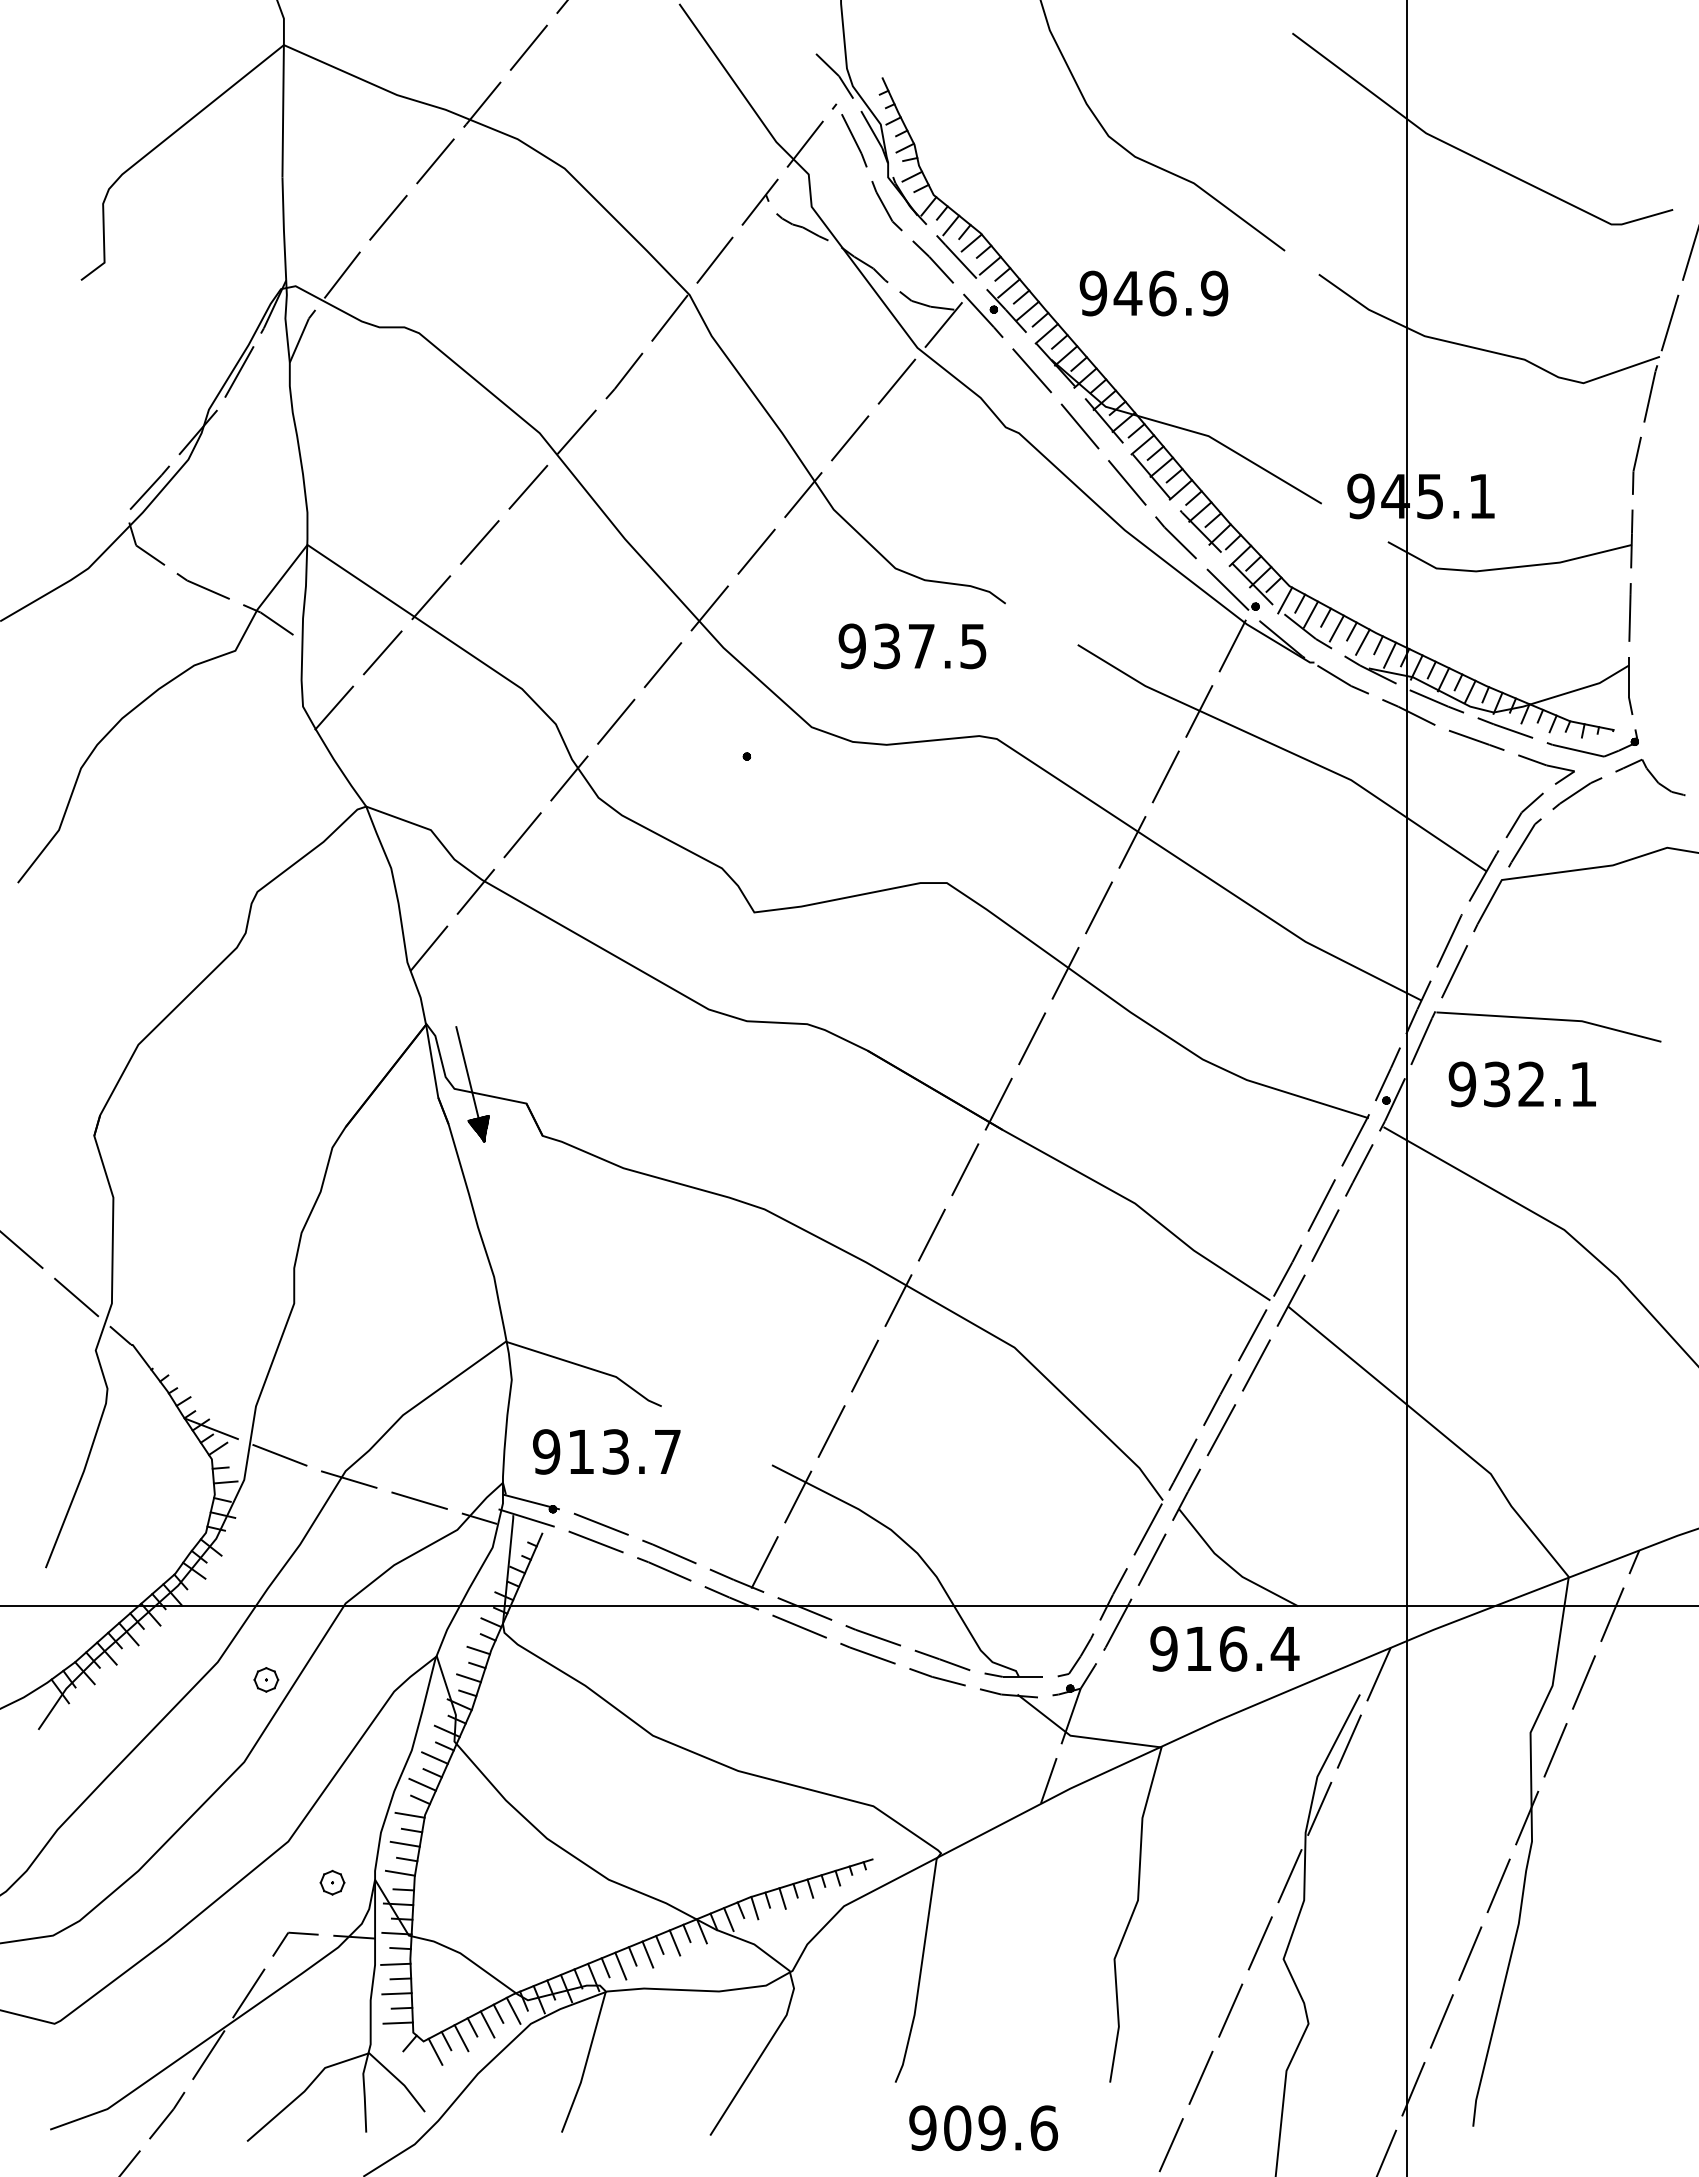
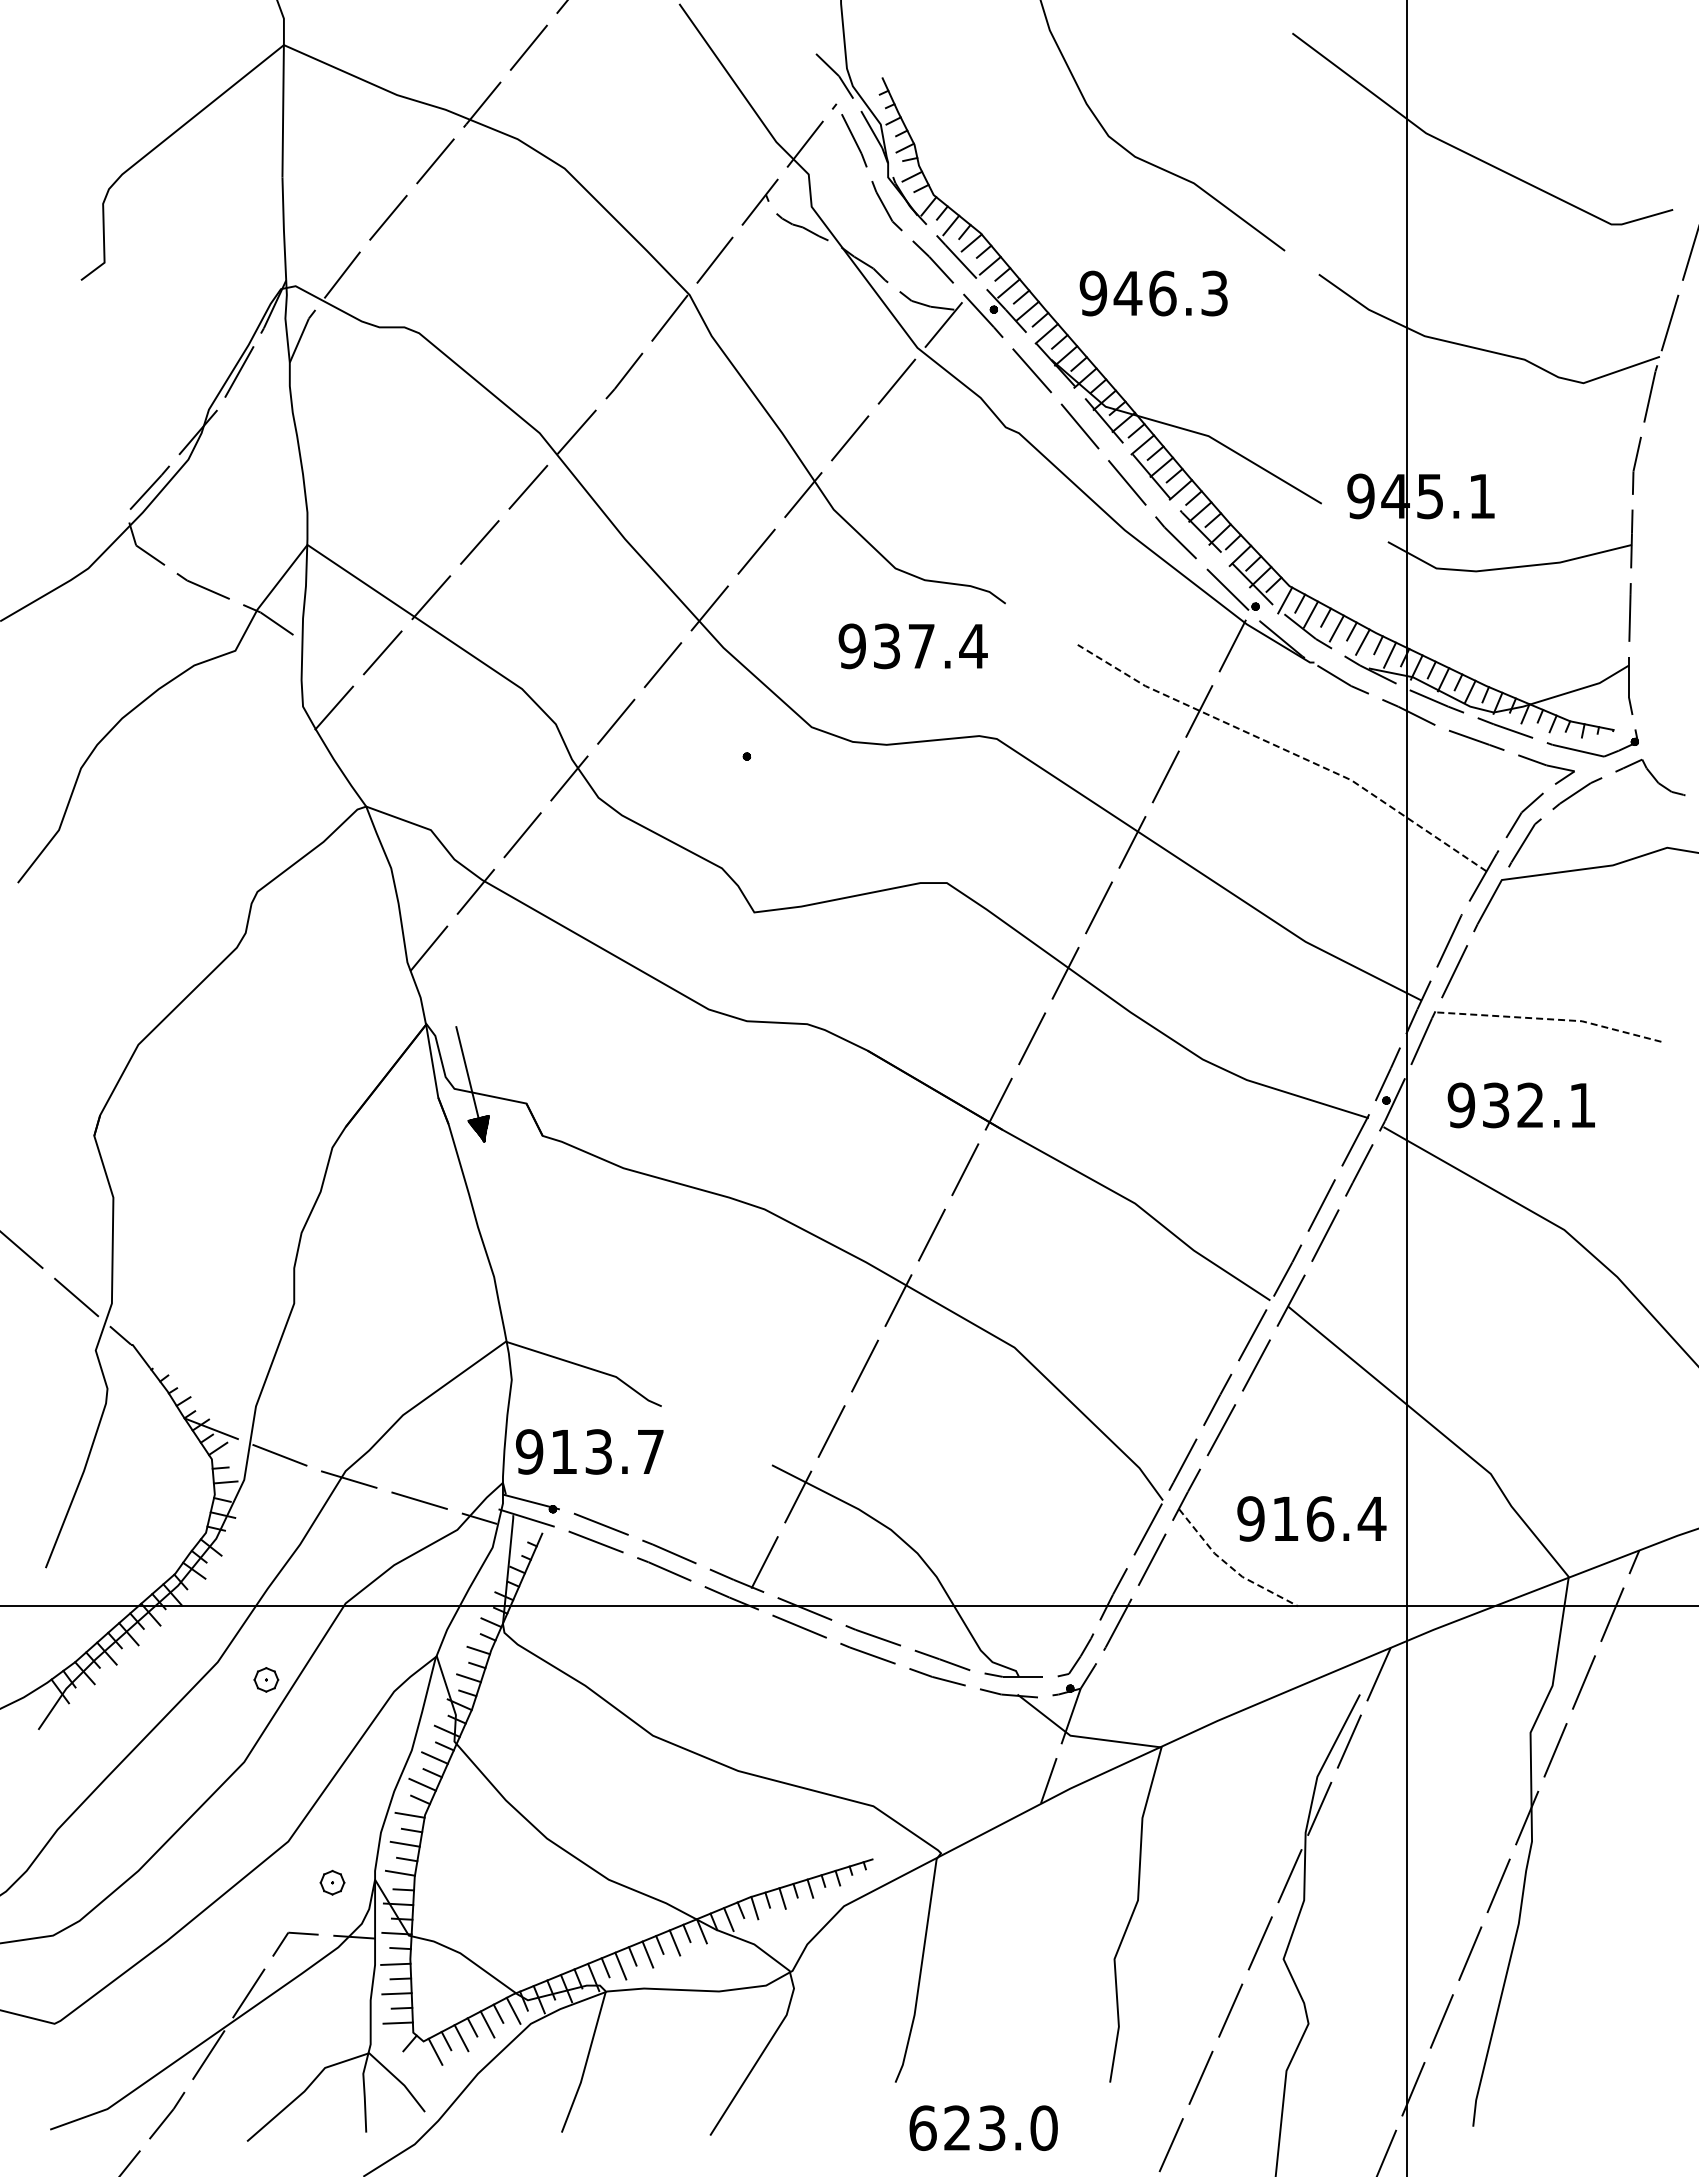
text at (1214, 293): 946.9 -> 946.3
text at (973, 646): 937.5 -> 937.4
line at (1285, 750): solid -> dashed
line at (1551, 1019): solid -> dashed
text at (1521, 1084) position: (1521, 1084) -> (1520, 1105)
text at (606, 1451) position: (606, 1451) -> (589, 1451)
line at (1231, 1567): solid -> dashed
text at (1224, 1648) position: (1224, 1648) -> (1311, 1518)
text at (983, 2127): 909.6 -> 623.0
